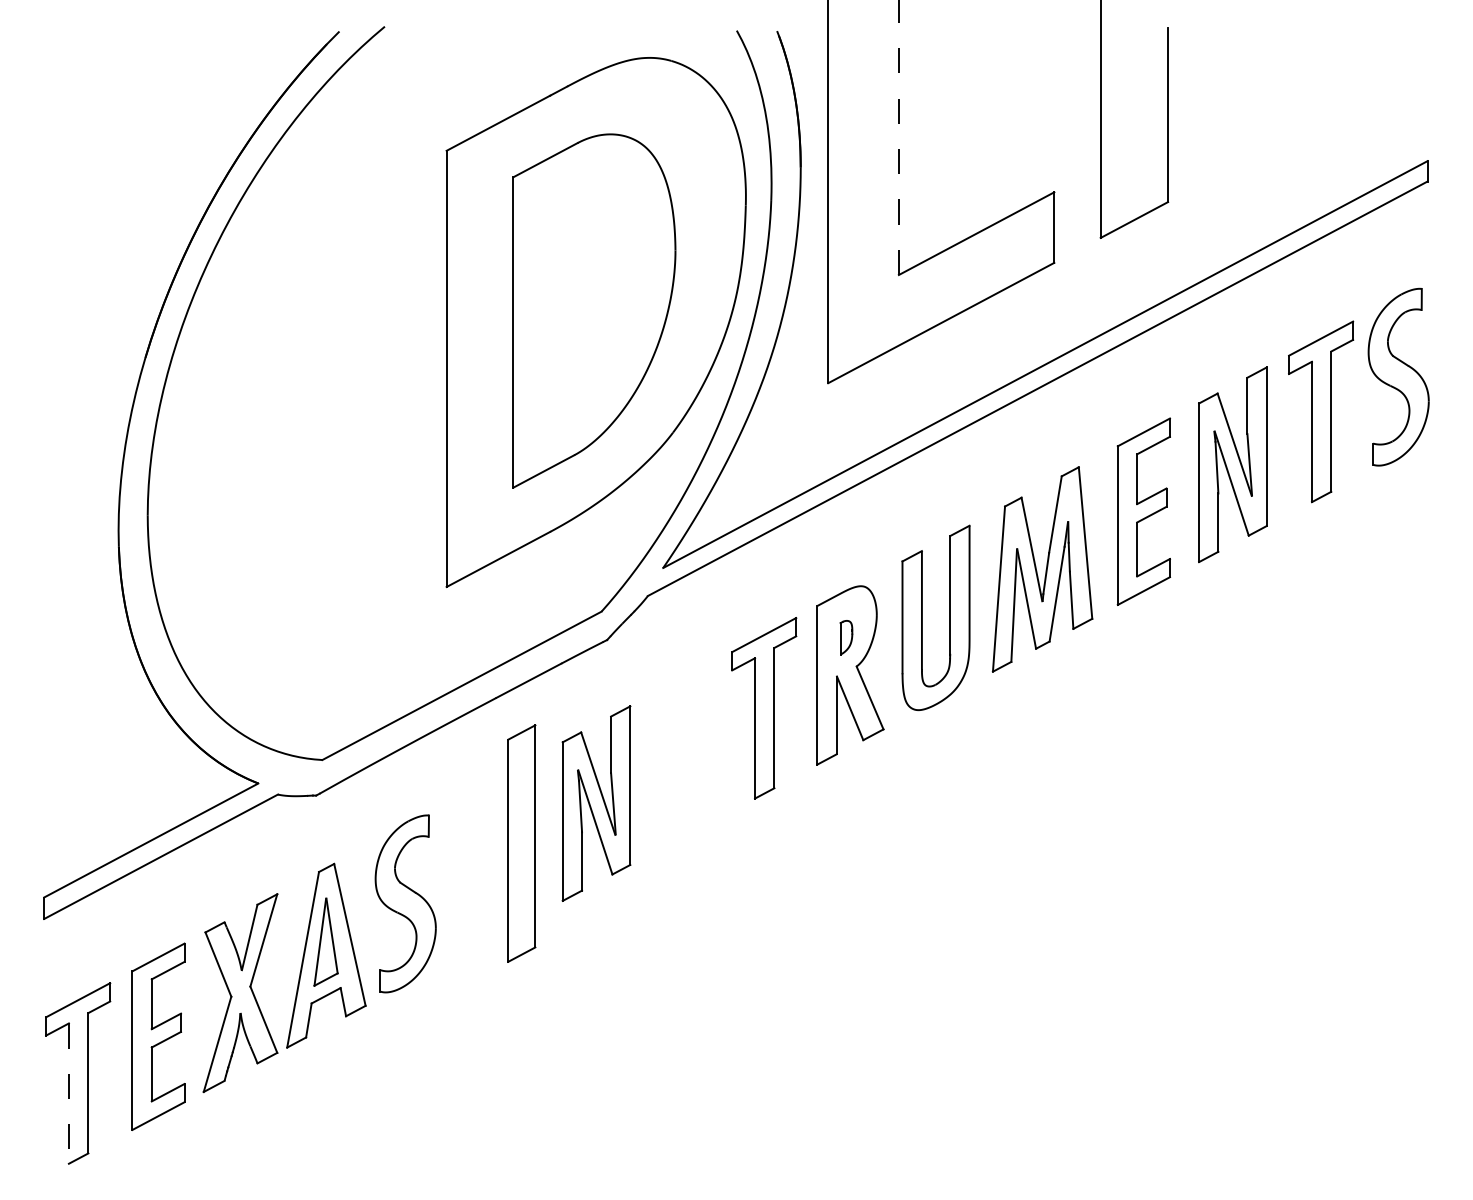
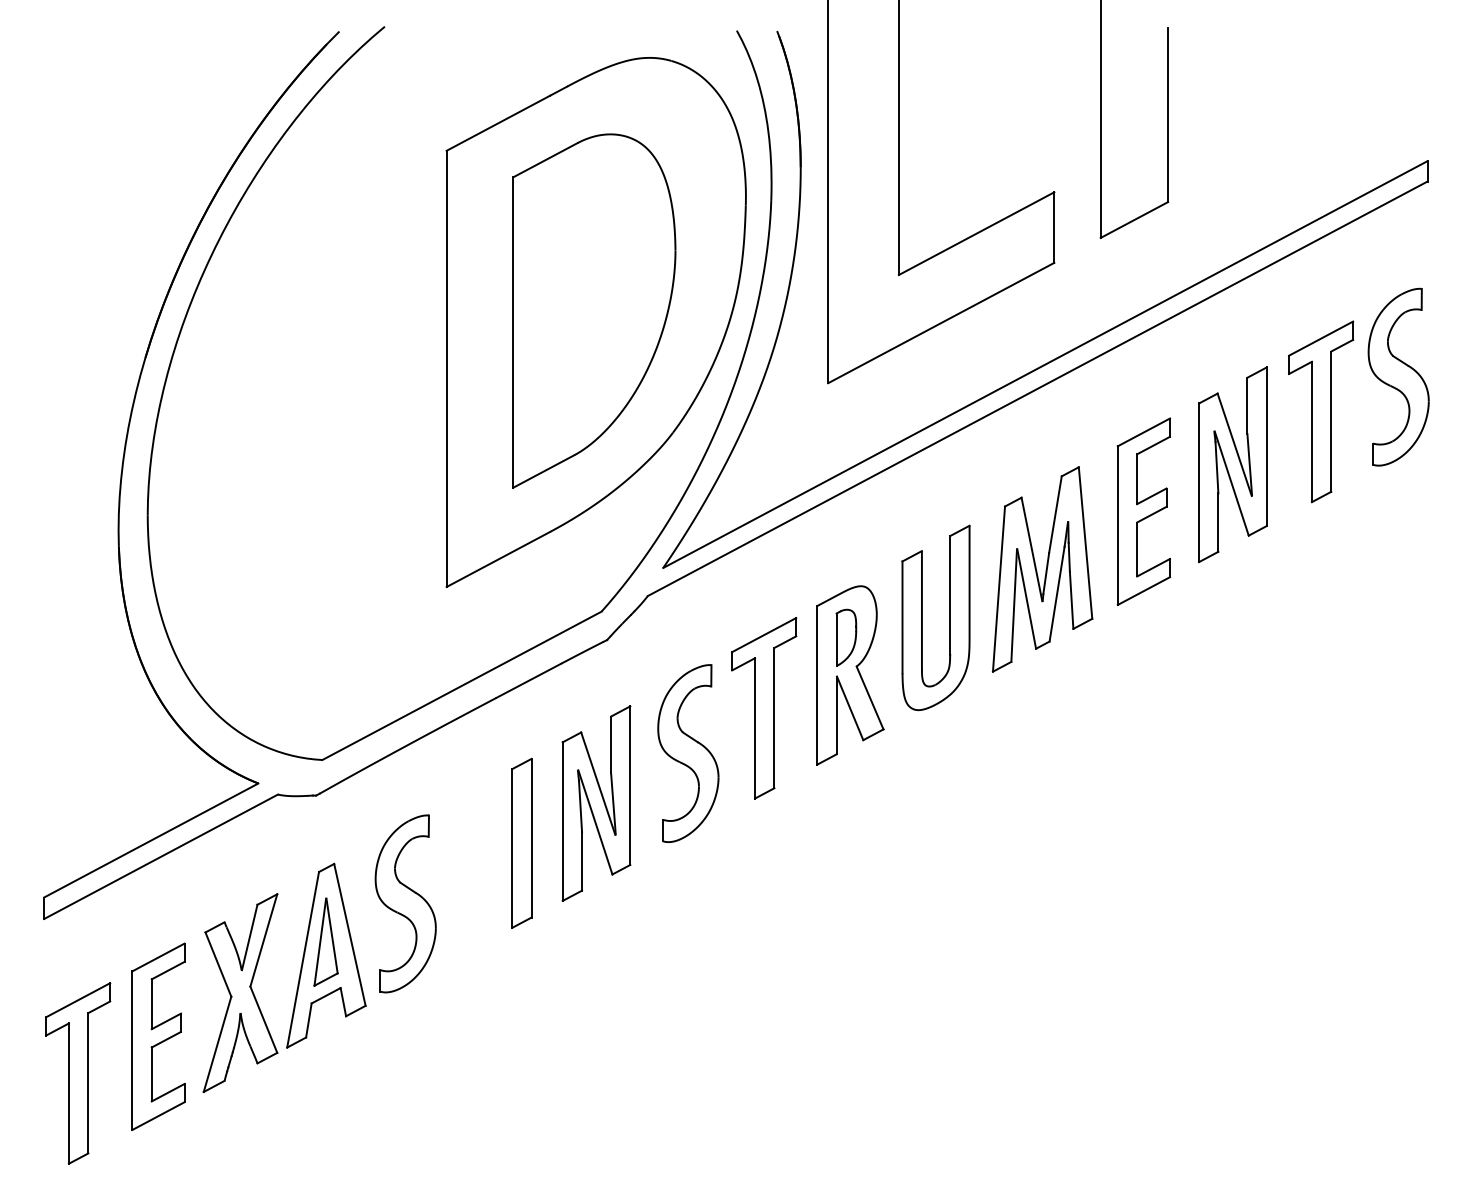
line at (898, 137): dashed -> solid
part at (846, 637) size: 15x36 px -> 23x59 px
part at (688, 753): none -> present
part at (521, 843) size: 30x239 px -> 22x172 px
line at (68, 1094): dashed -> solid
